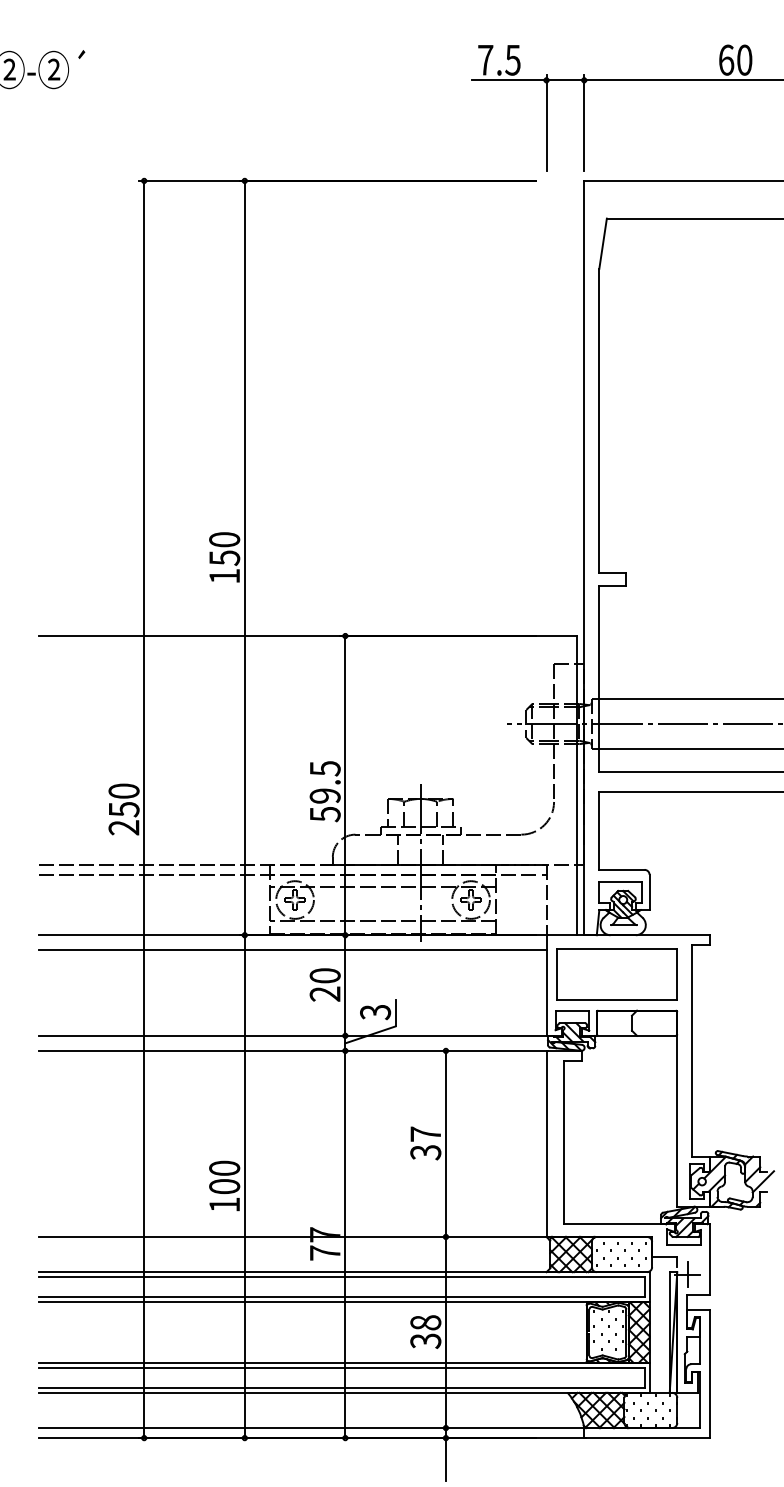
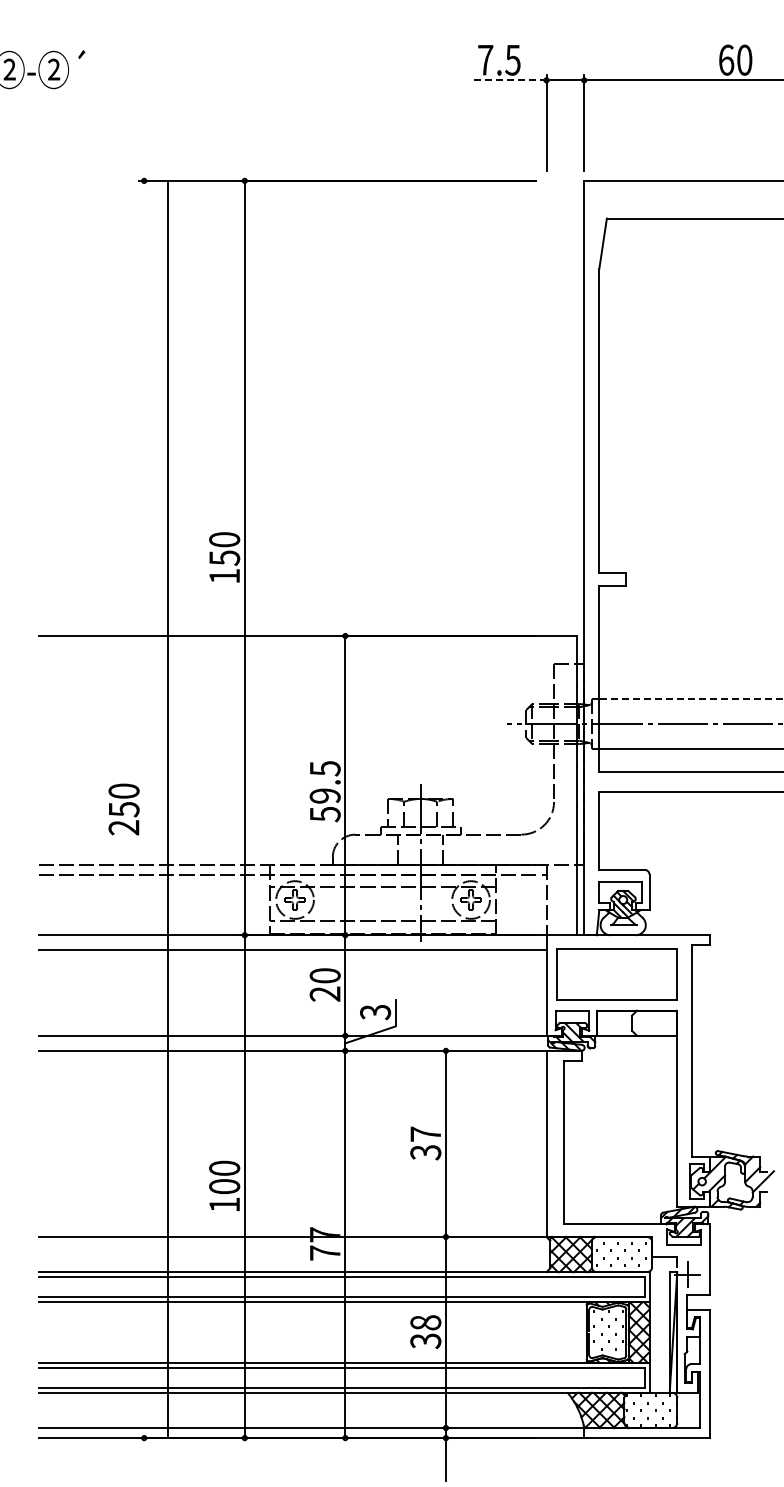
line at (508, 80): solid -> dashed
line at (691, 698): solid -> dashed
line at (144, 809) position: (144, 809) -> (168, 809)
